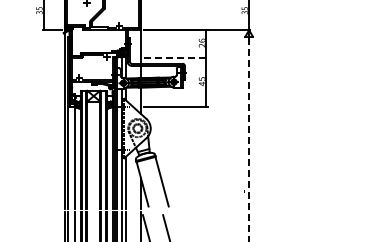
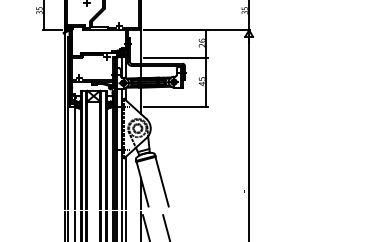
line at (175, 58): dashed -> solid
line at (249, 139): dashed -> solid
